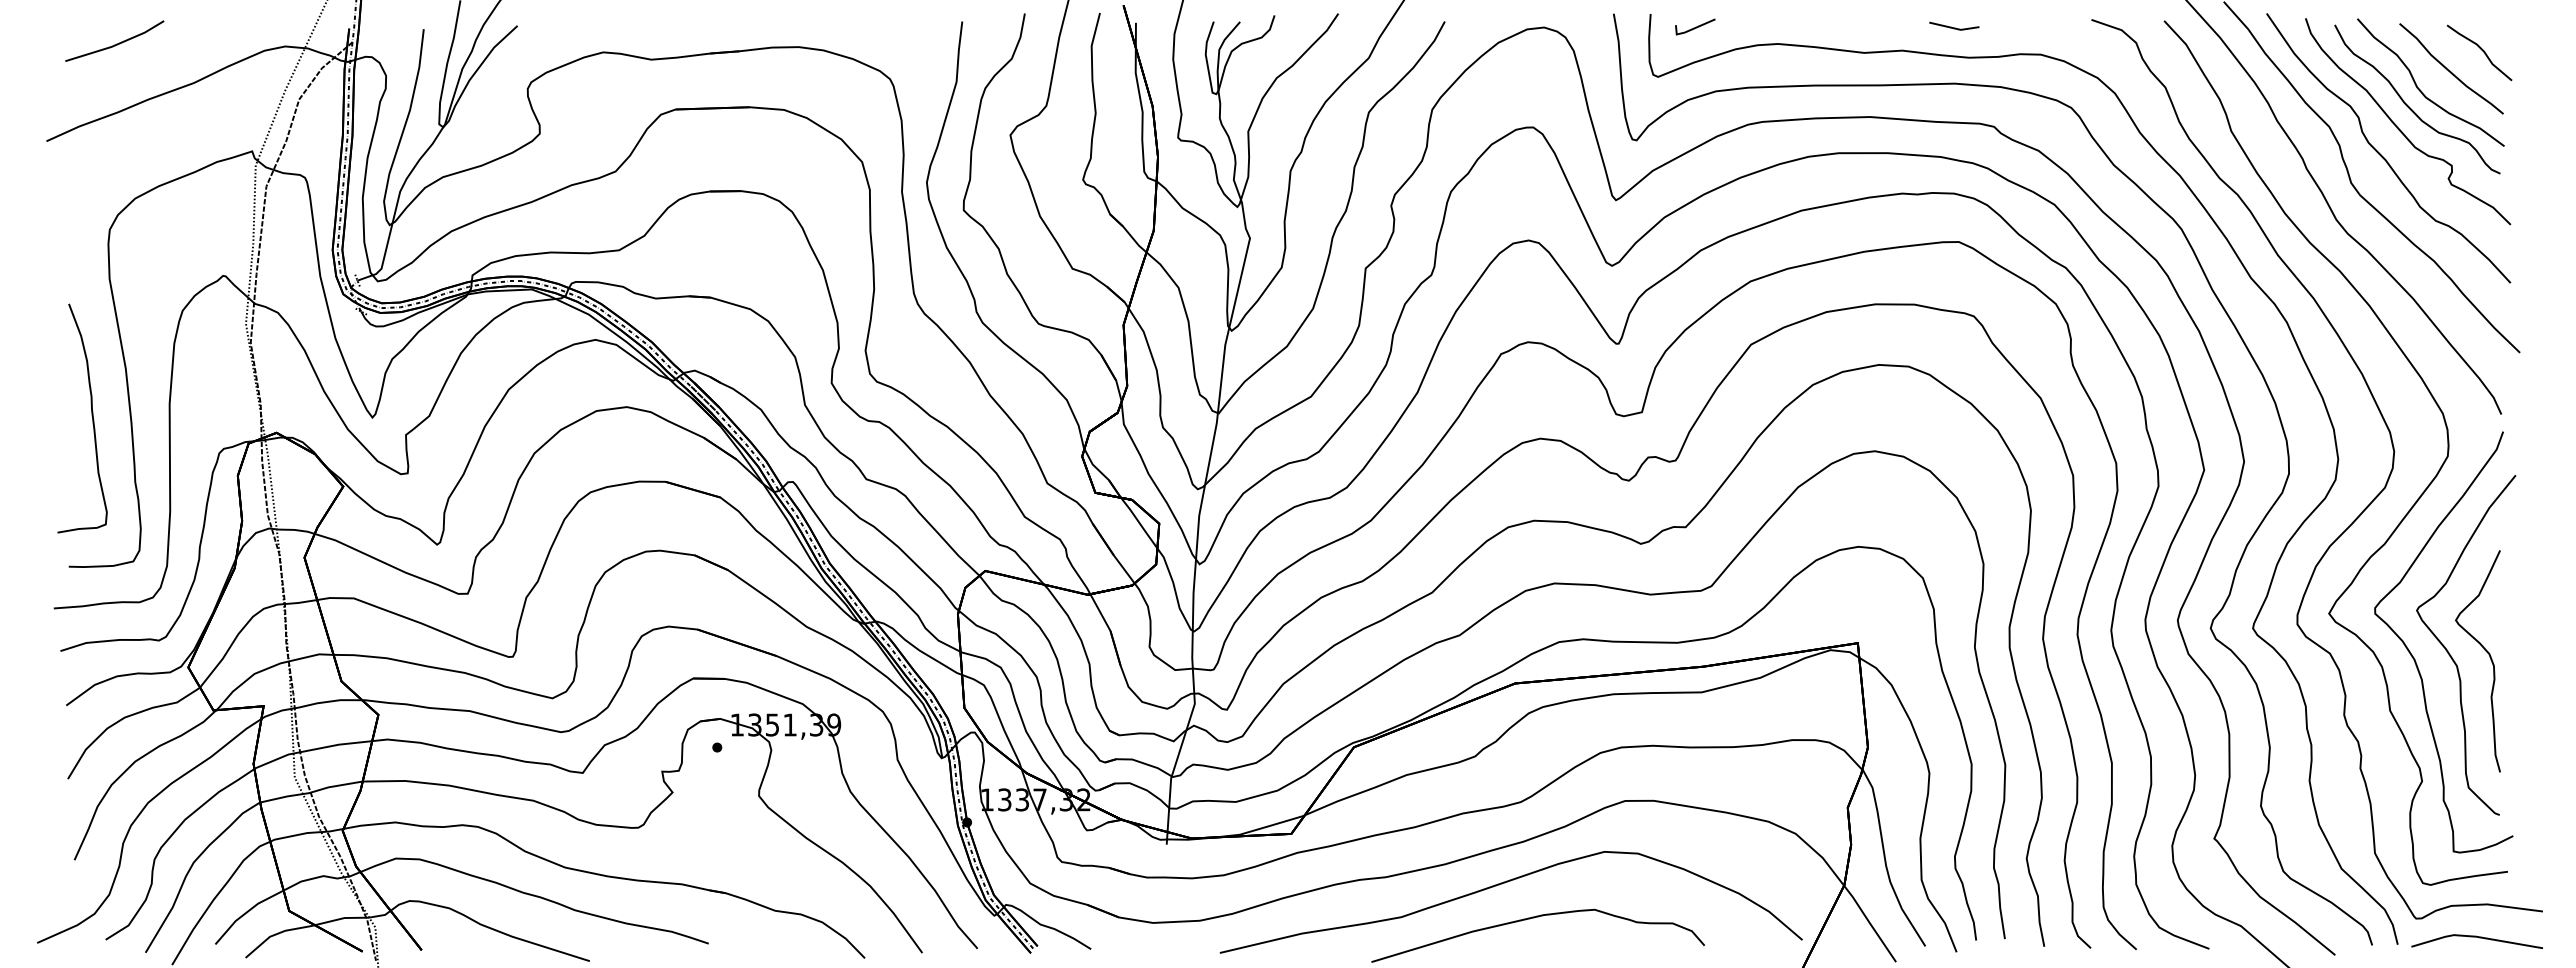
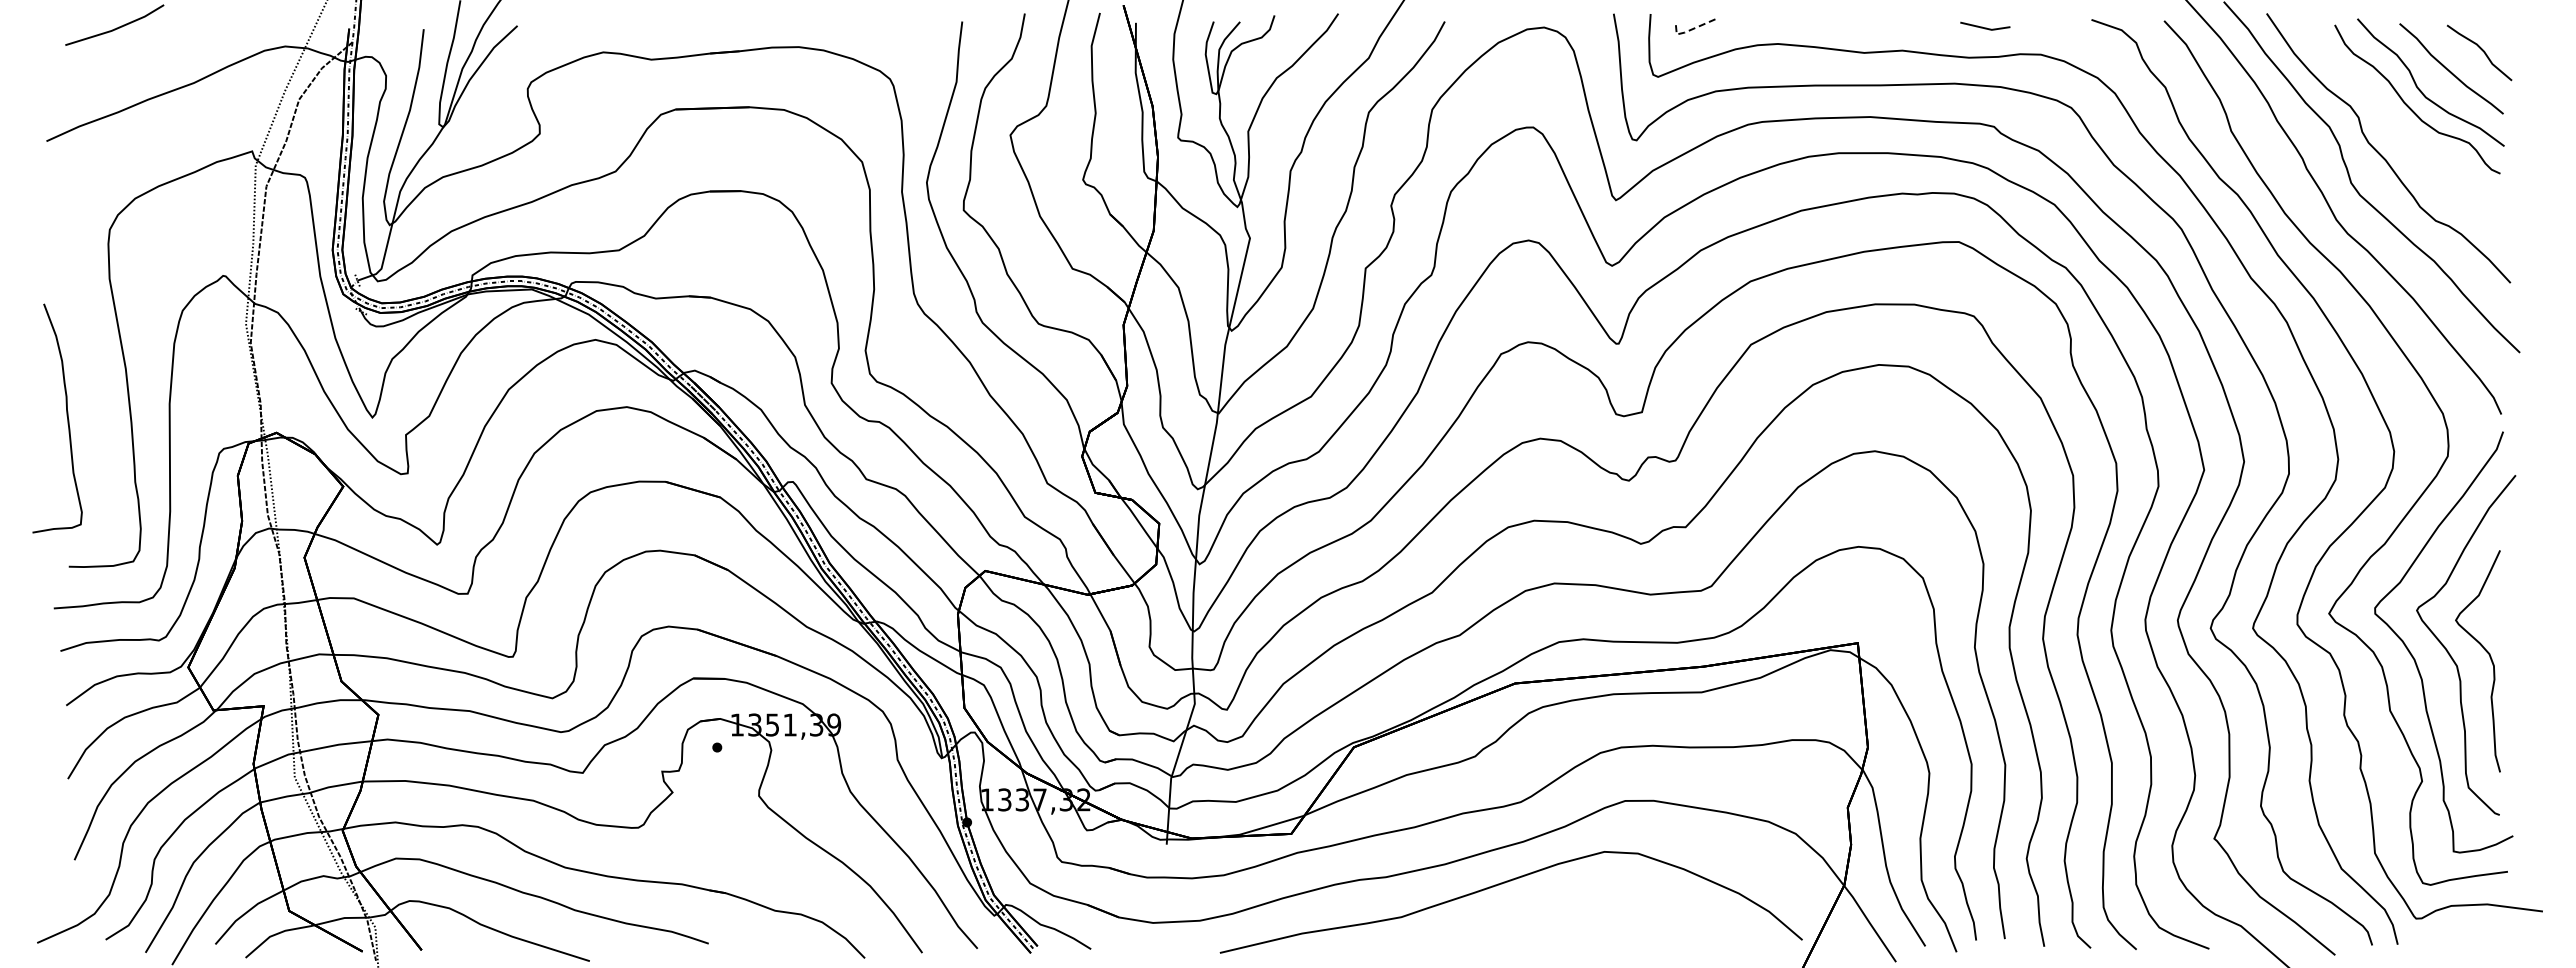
line at (1954, 27) position: (1954, 27) -> (1985, 27)
line at (1691, 29): solid -> dashed
line at (116, 43) position: (116, 43) -> (116, 27)
curve at (2400, 129): present -> none
curve at (91, 416) position: (91, 416) -> (66, 416)
curve at (1534, 918): present -> none
line at (2476, 937): present -> none
